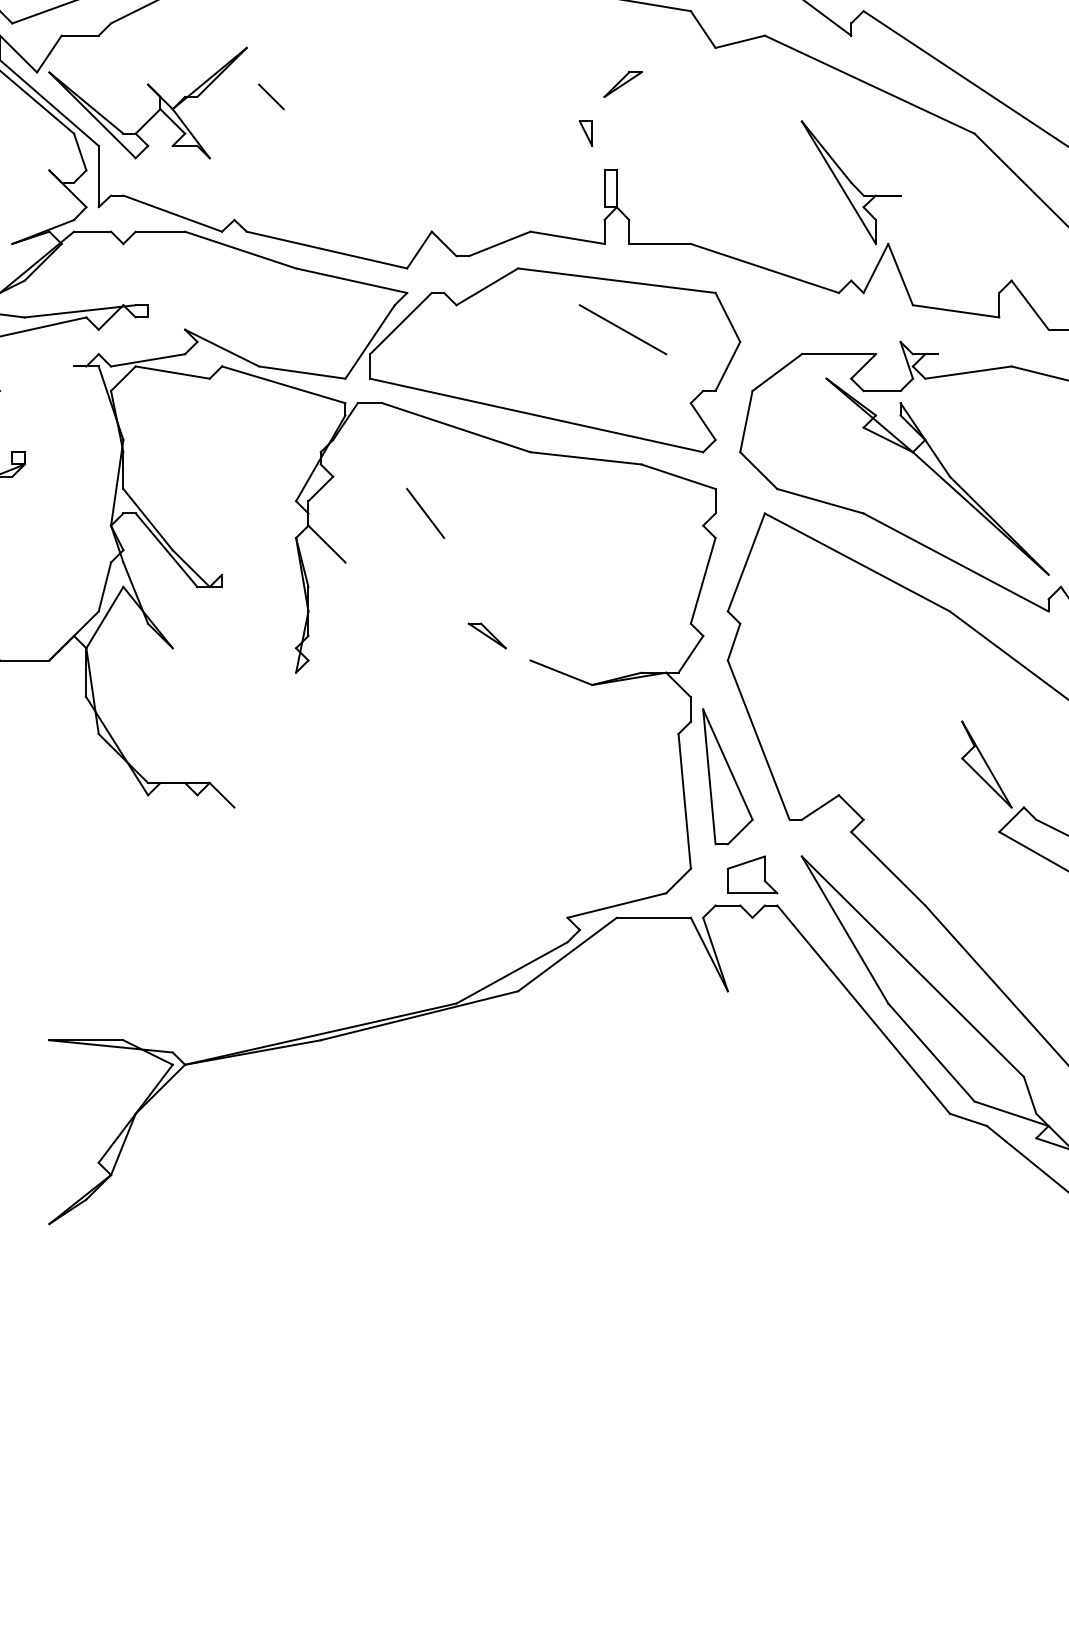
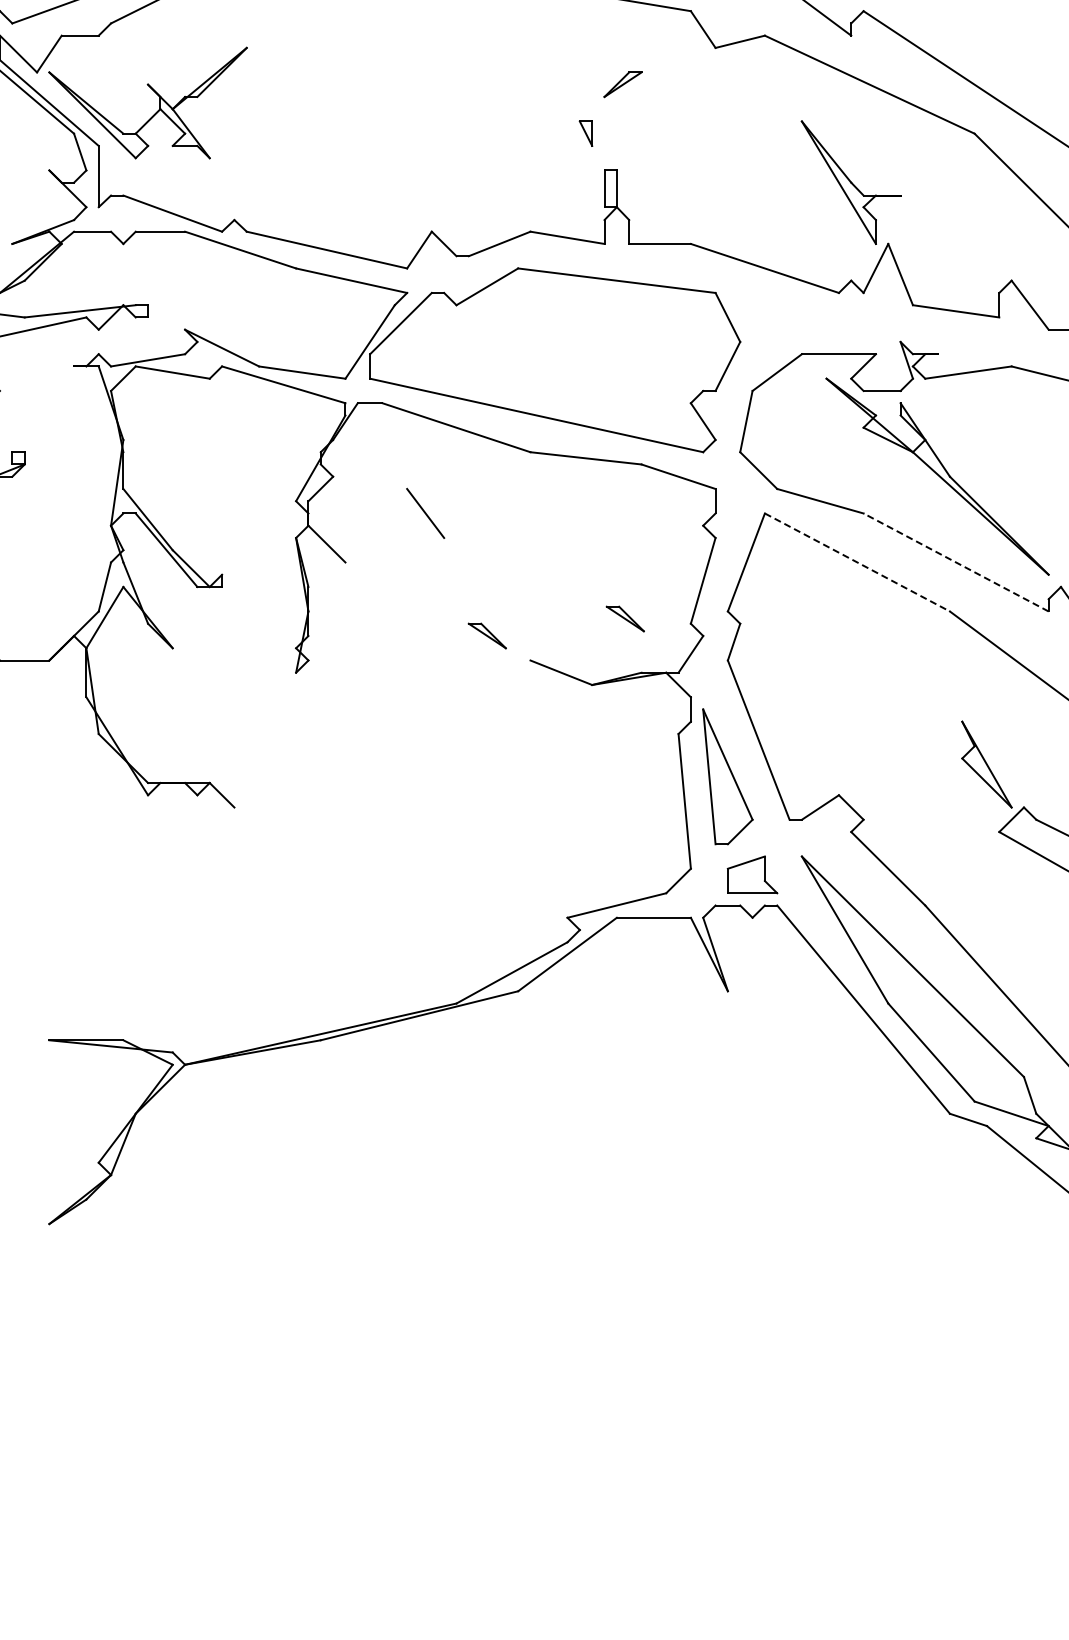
line at (271, 96): present -> none
line at (622, 329): present -> none
line at (857, 562): solid -> dashed
line at (956, 562): solid -> dashed
part at (624, 618): none -> present
